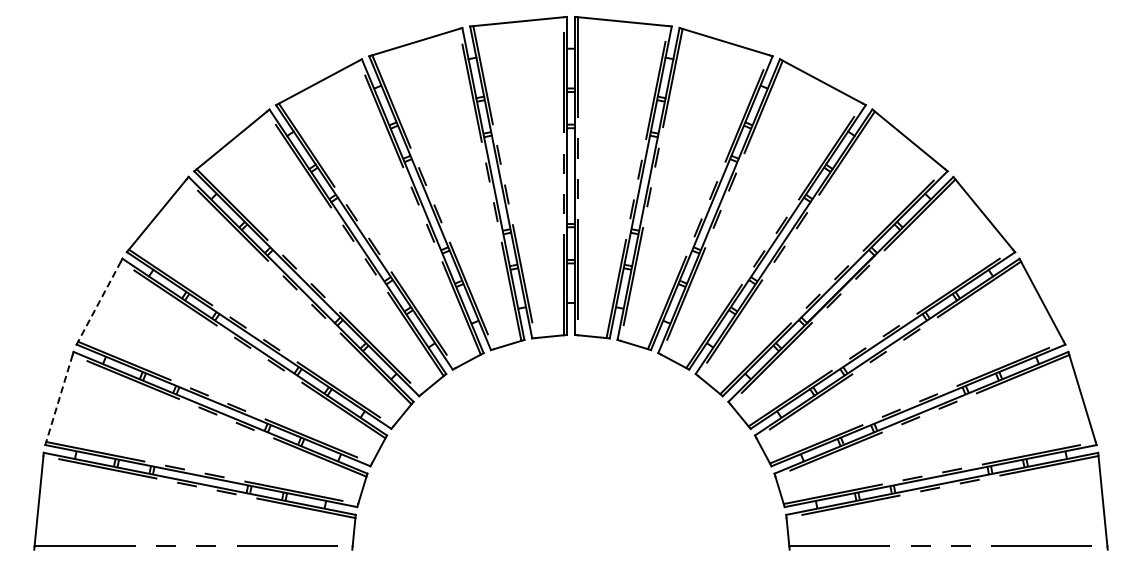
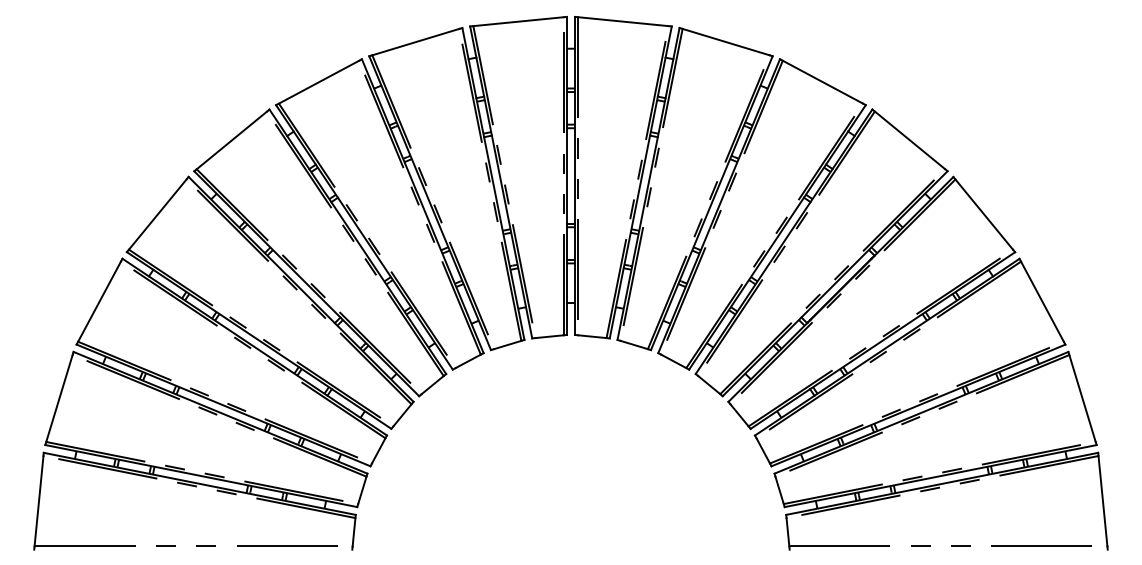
line at (99, 302): dashed -> solid
line at (59, 398): dashed -> solid
